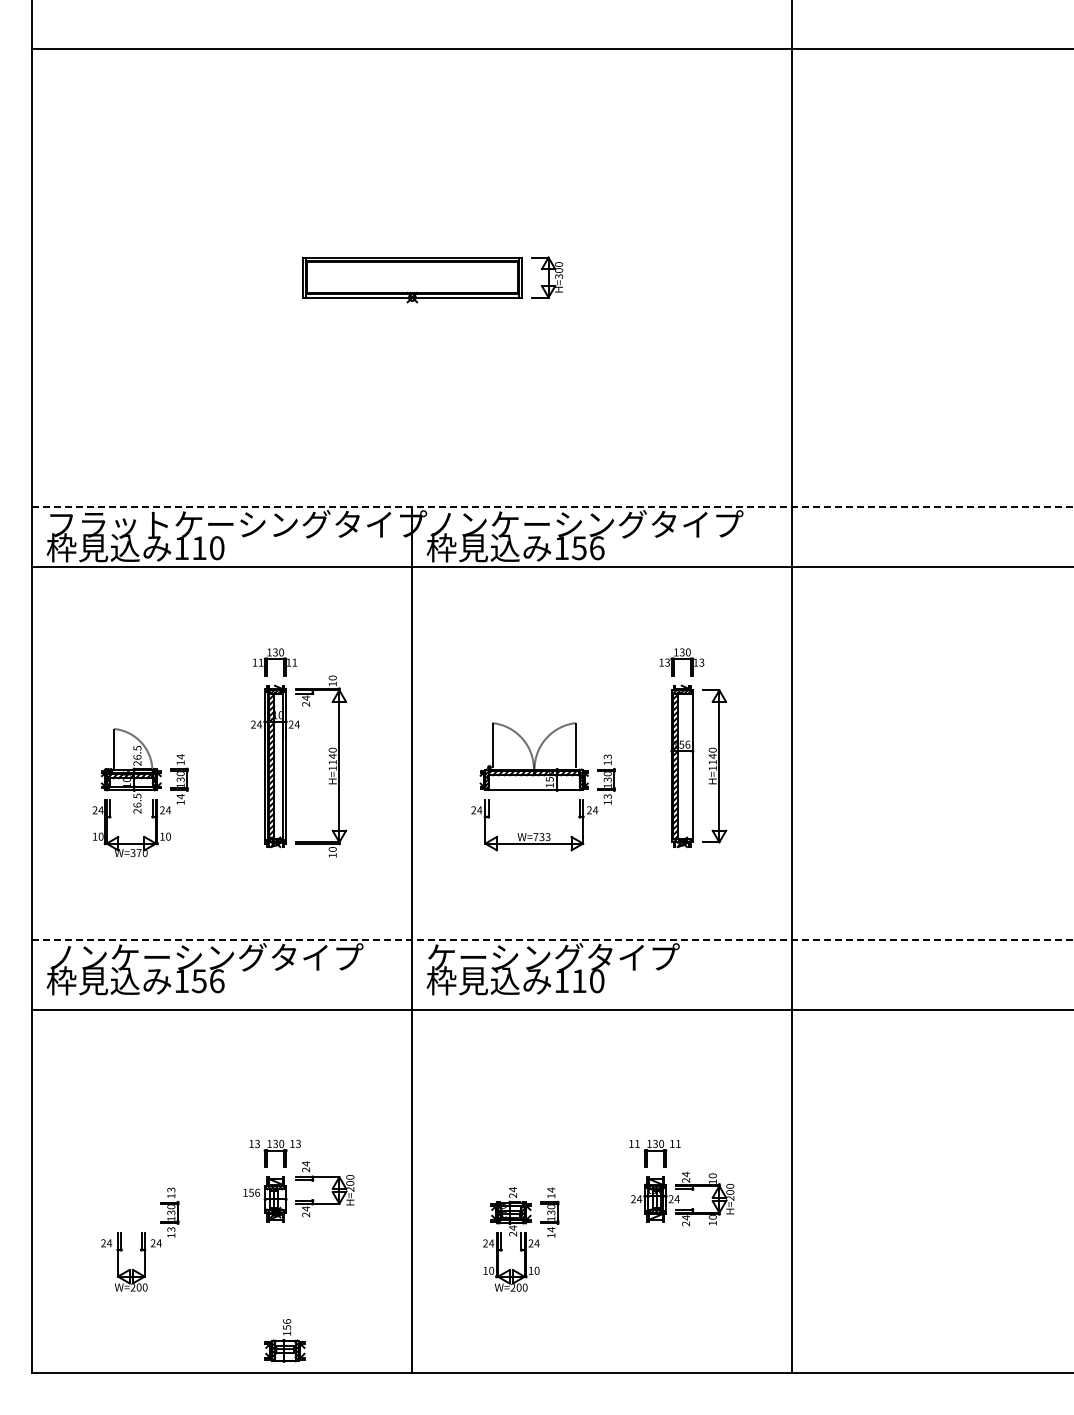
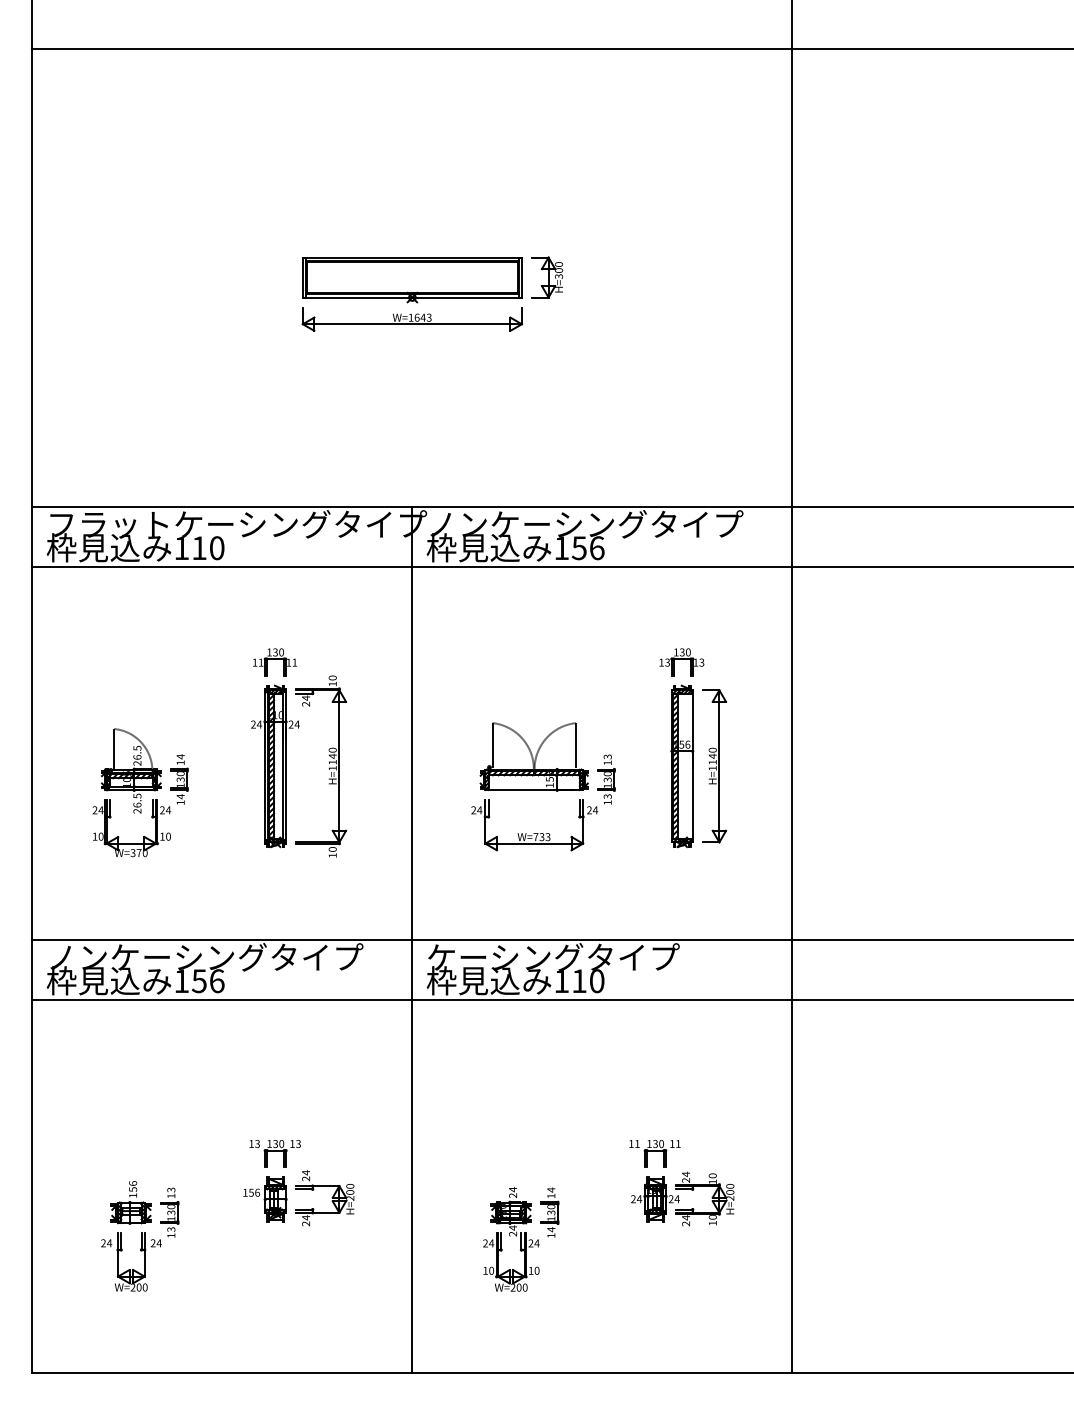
part at (411, 319): none -> present
line at (553, 506): dashed -> solid
line at (553, 939): dashed -> solid
line at (551, 1009) position: (551, 1009) -> (551, 999)
part at (331, 1188) position: (331, 1188) -> (331, 1197)
part at (284, 1340) position: (284, 1340) -> (130, 1202)
